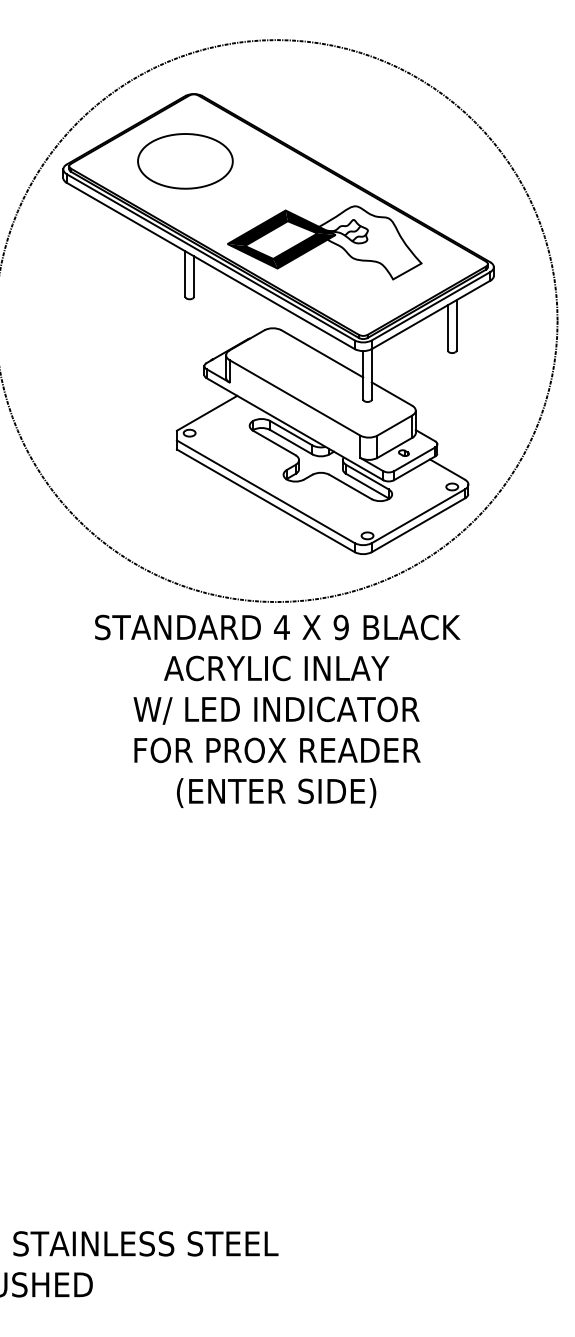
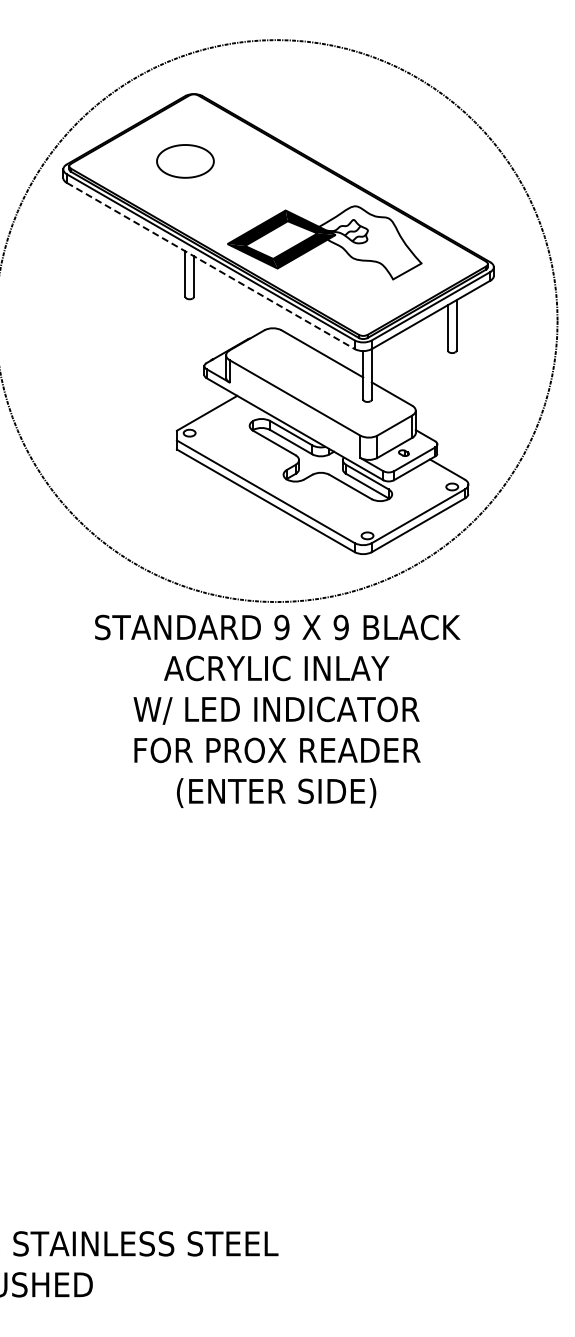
part at (185, 161) size: 97x57 px -> 59x35 px
line at (211, 266): solid -> dashed
text at (281, 627): 4 -> 9
